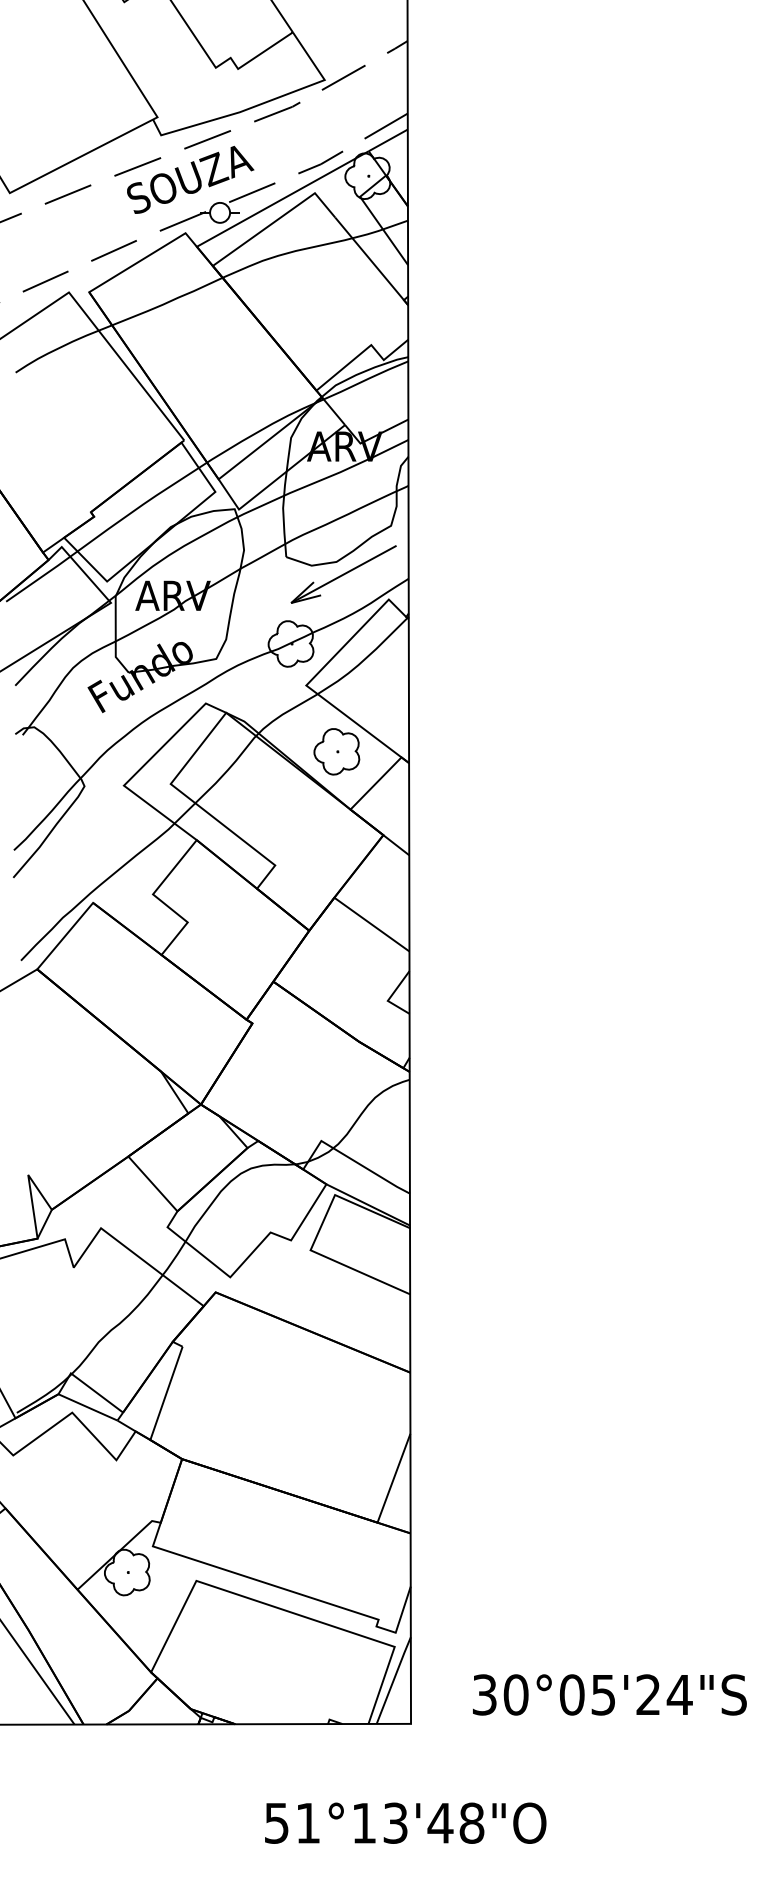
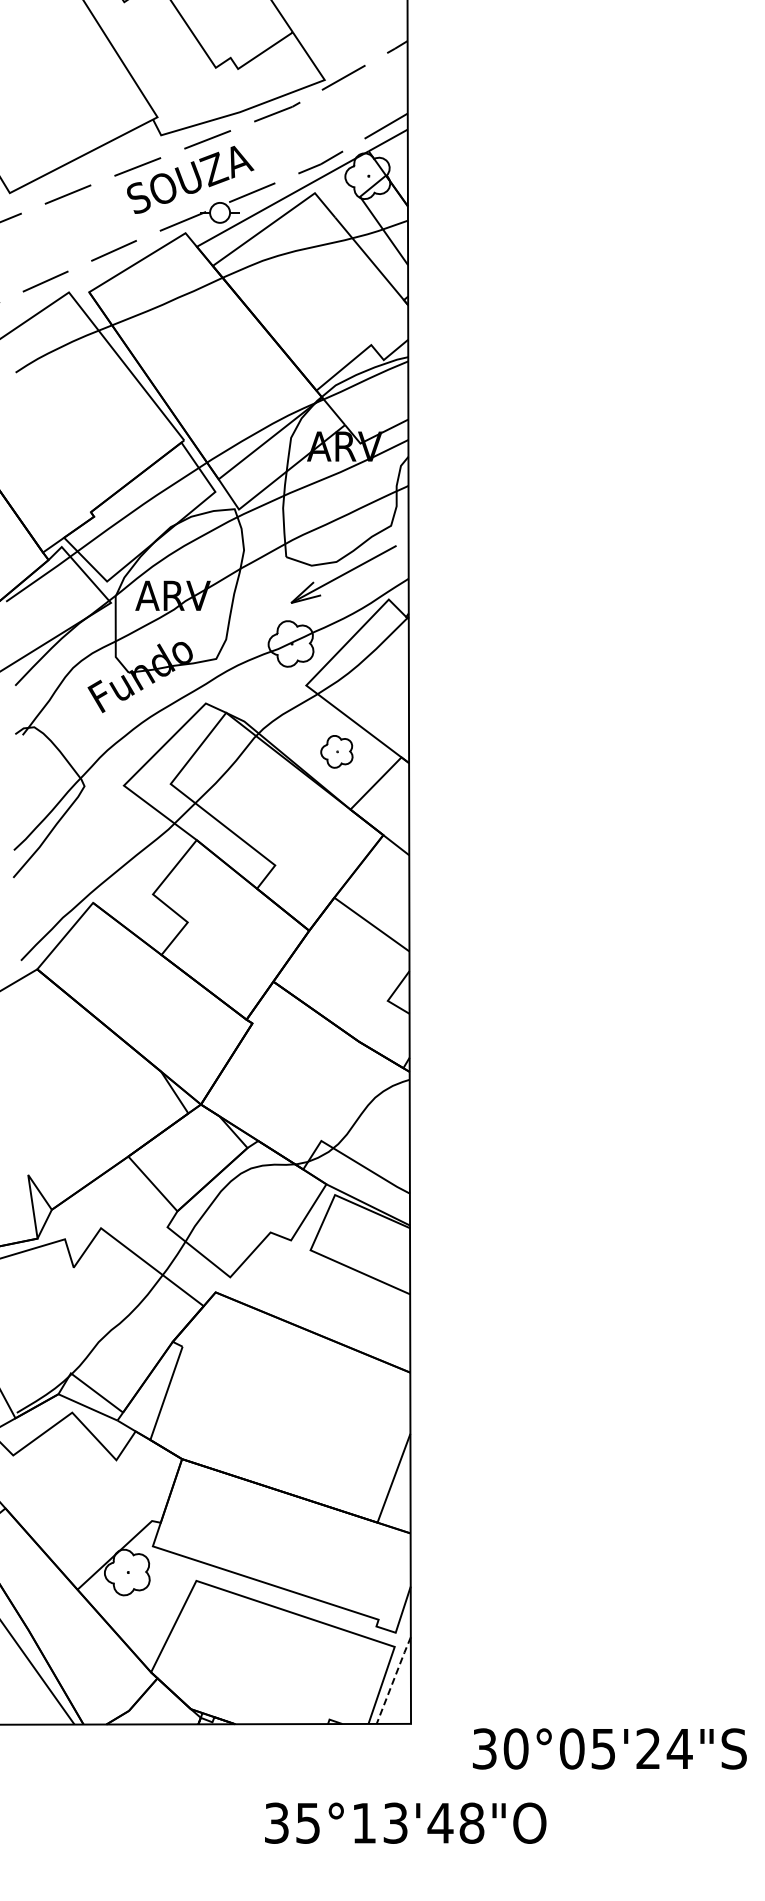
part at (336, 751) size: 48x48 px -> 34x34 px
line at (393, 1680): solid -> dashed
text at (609, 1694) position: (609, 1694) -> (609, 1748)
text at (292, 1822): 51°13'48"O -> 35°13'48"O
